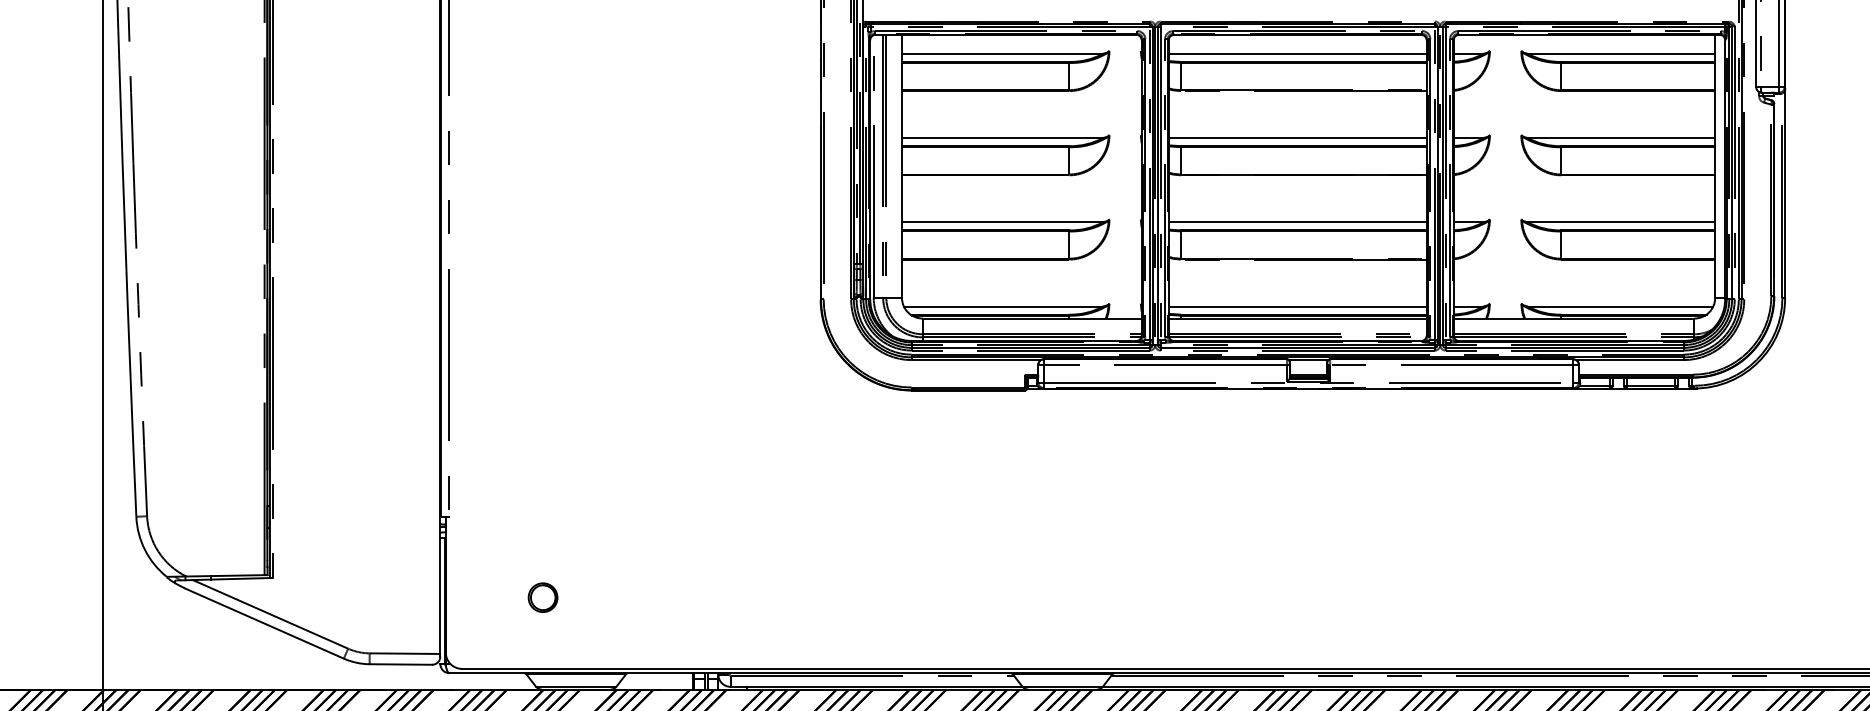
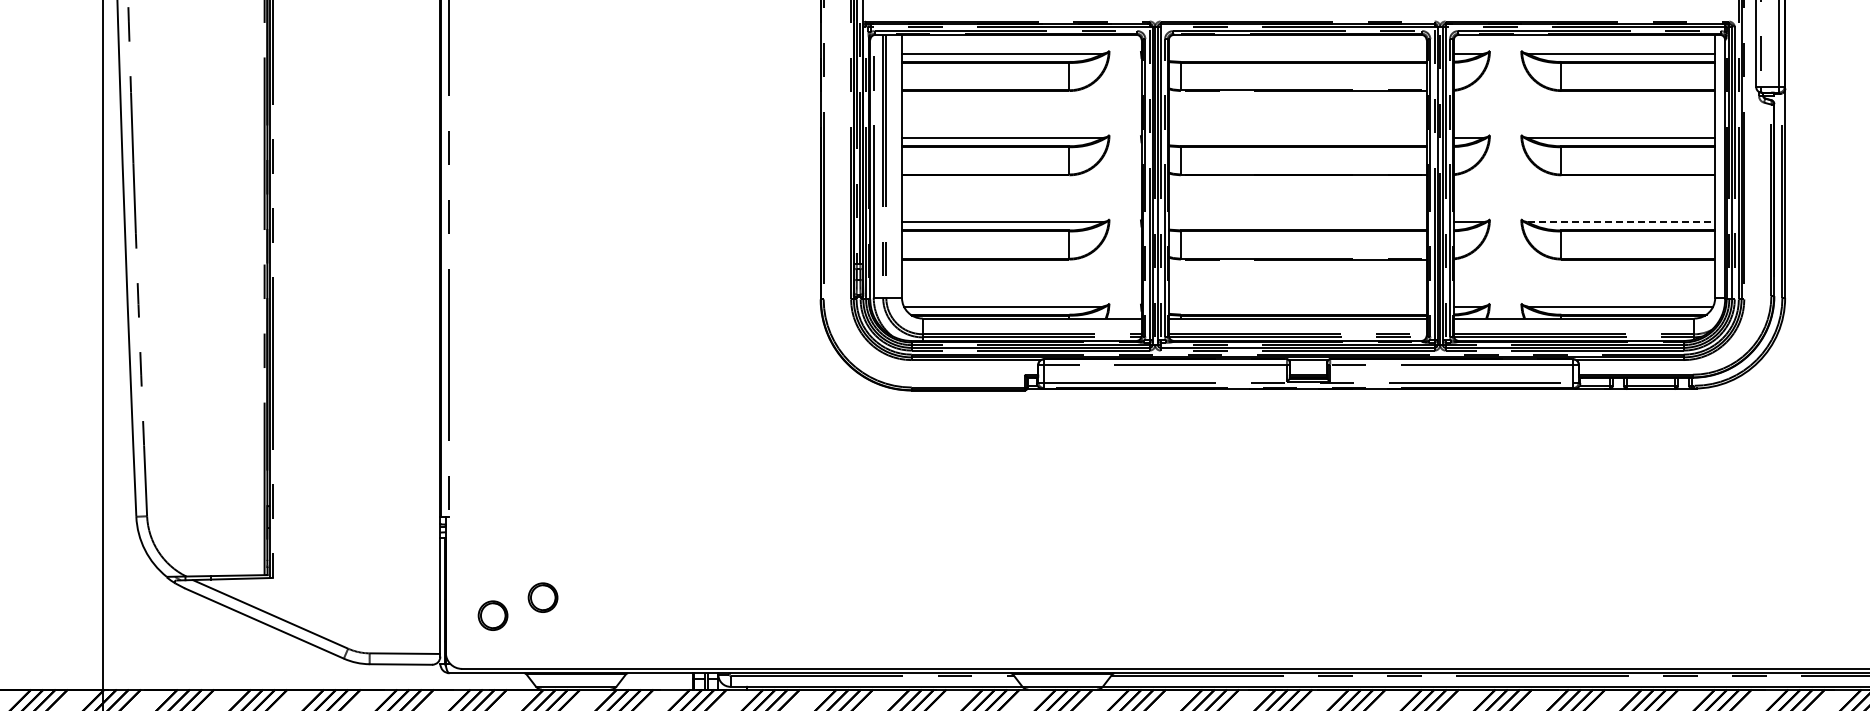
line at (1297, 53): present -> none
line at (1297, 138): present -> none
line at (1297, 222): present -> none
line at (1621, 222): solid -> dashed
line at (1297, 306): present -> none
part at (492, 615): none -> present
